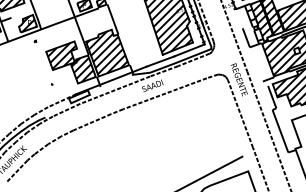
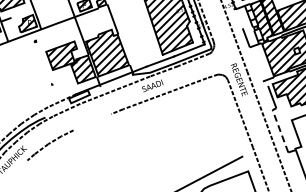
line at (92, 122): present -> none
line at (280, 131): solid -> dashed
line at (17, 170): present -> none
